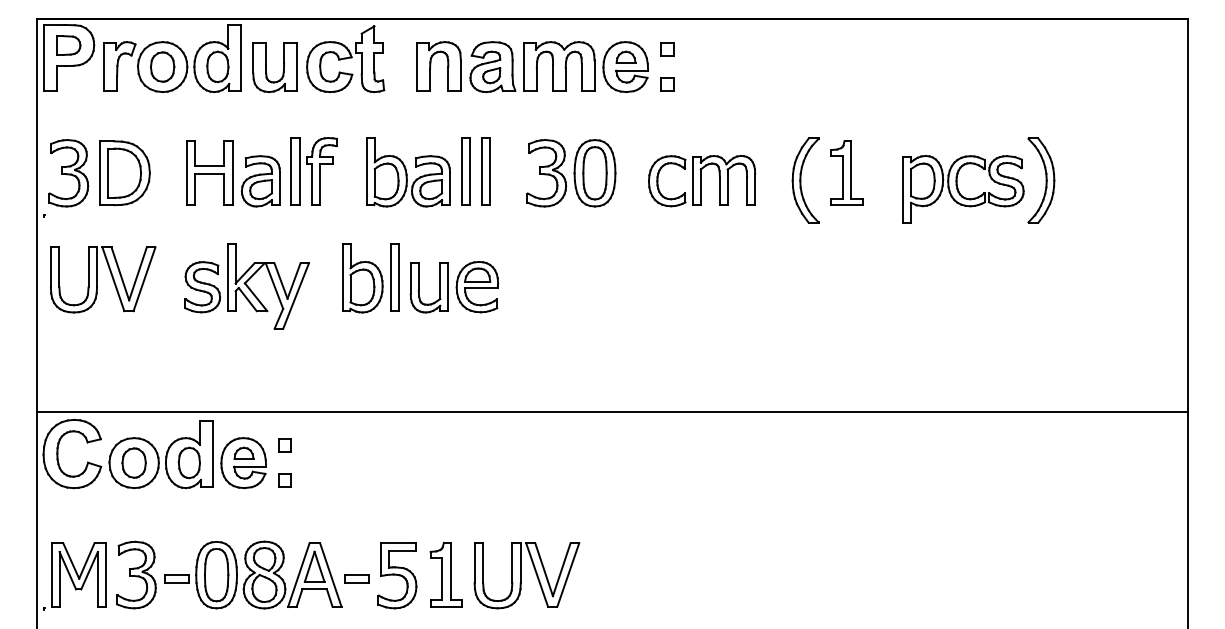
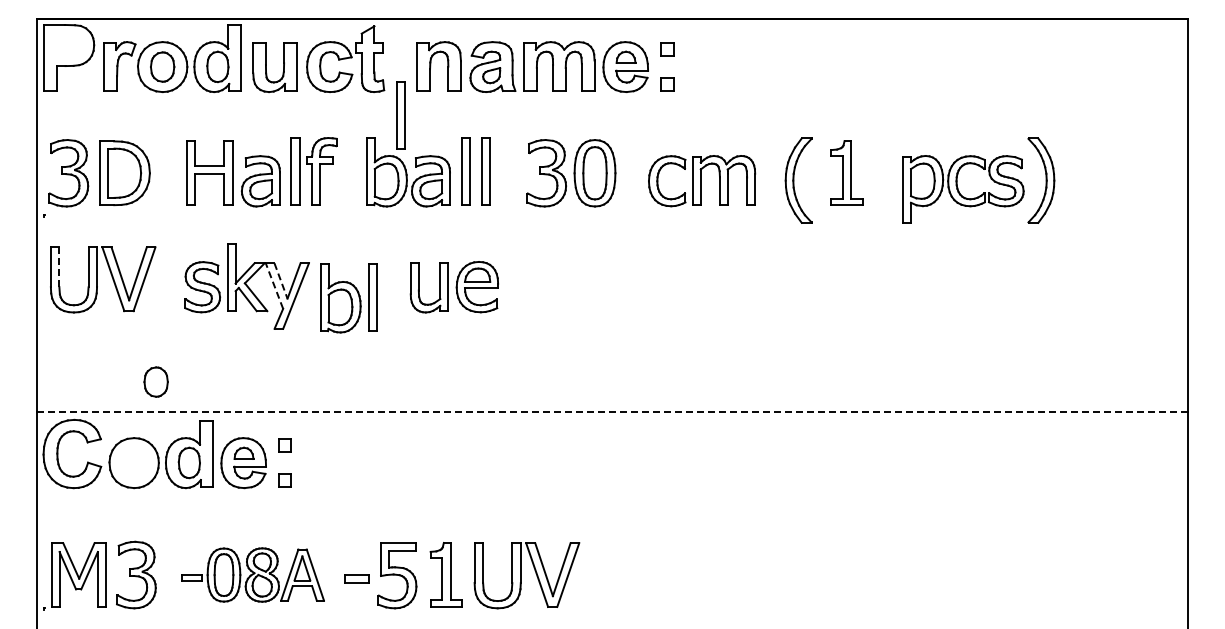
part at (68, 45): present -> none
part at (400, 115): none -> present
part at (805, 180) position: (805, 180) -> (798, 180)
line at (59, 267): solid -> dashed
part at (370, 278) position: (370, 278) -> (348, 298)
line at (281, 280): solid -> dashed
line at (274, 285): solid -> dashed
line at (612, 411): solid -> dashed
part at (133, 462) position: (133, 462) -> (155, 381)
part at (253, 574) size: 179x70 px -> 144x56 px
